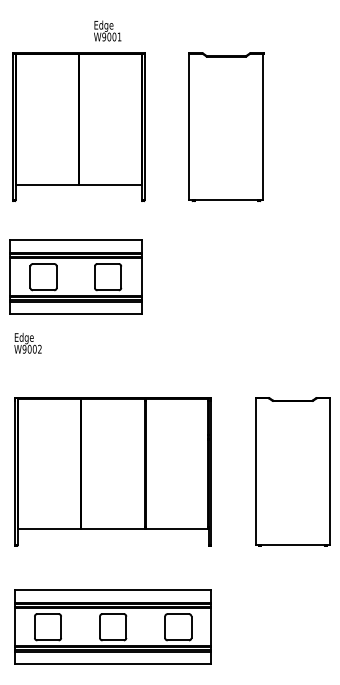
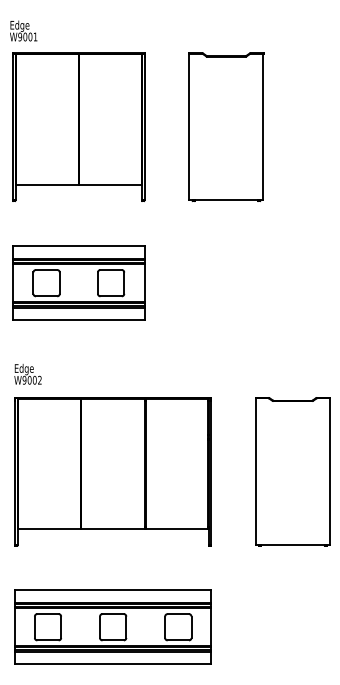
text at (107, 30) position: (107, 30) -> (23, 30)
part at (75, 276) position: (75, 276) -> (78, 282)
text at (27, 343) position: (27, 343) -> (27, 374)
